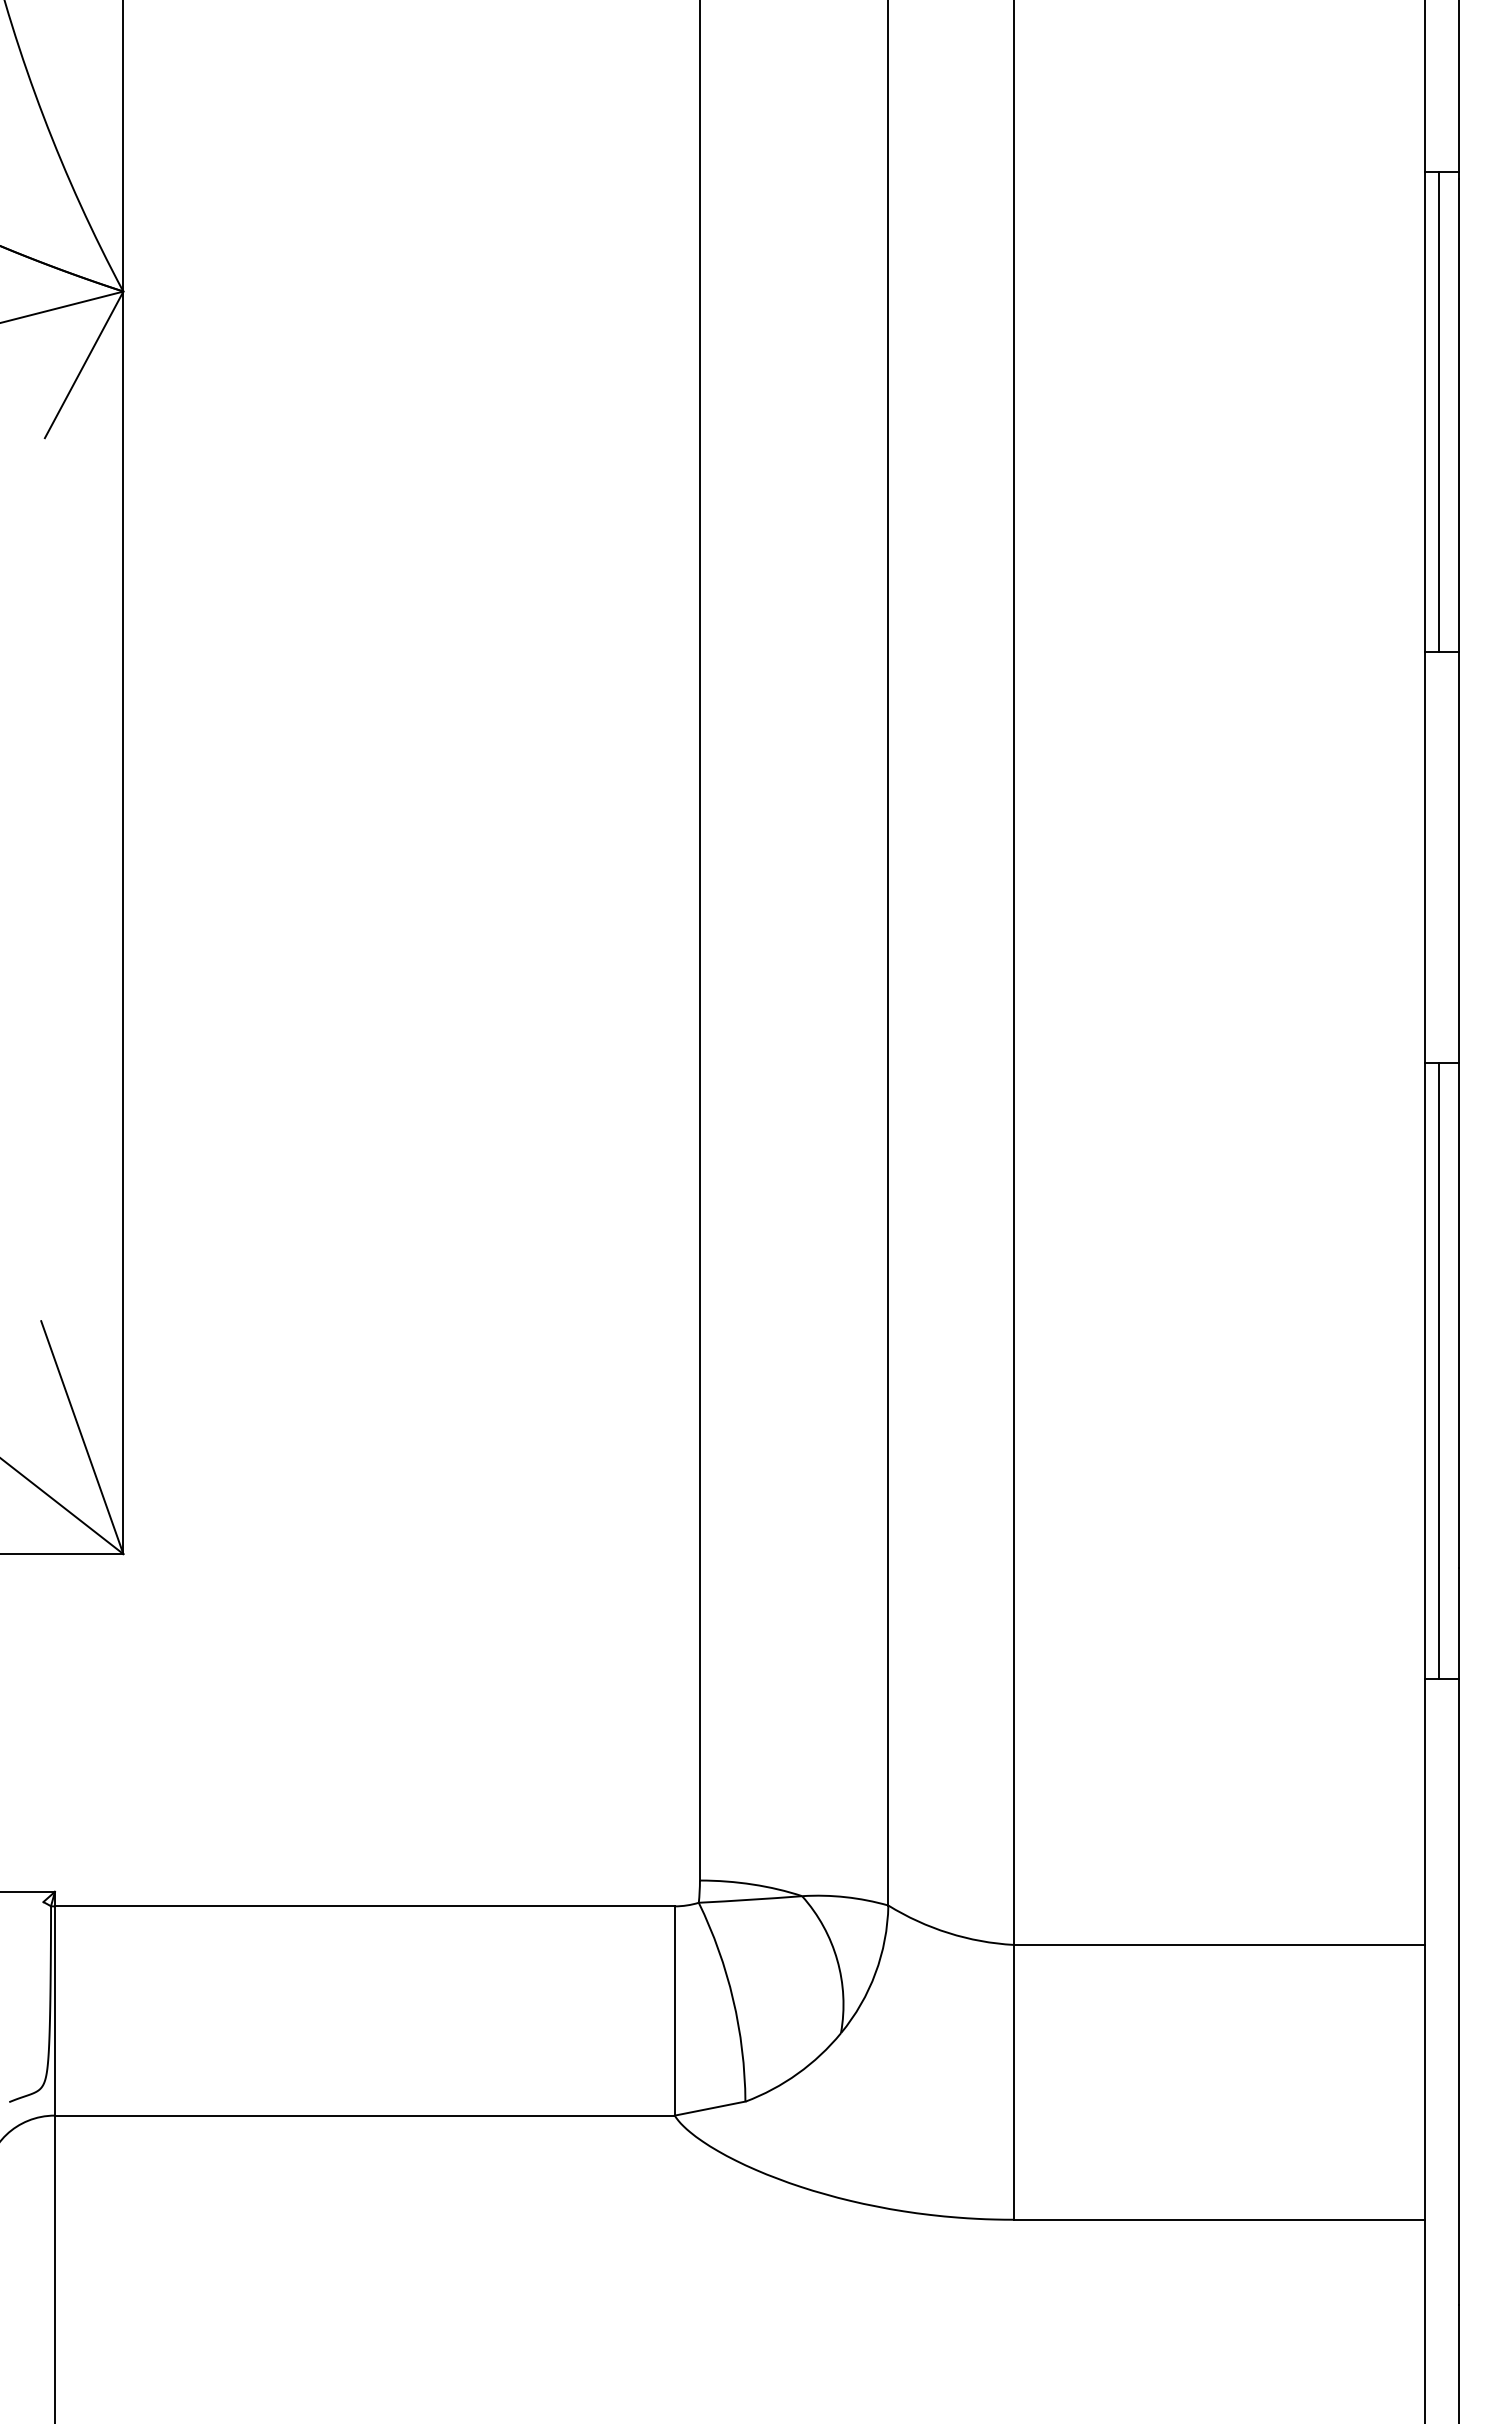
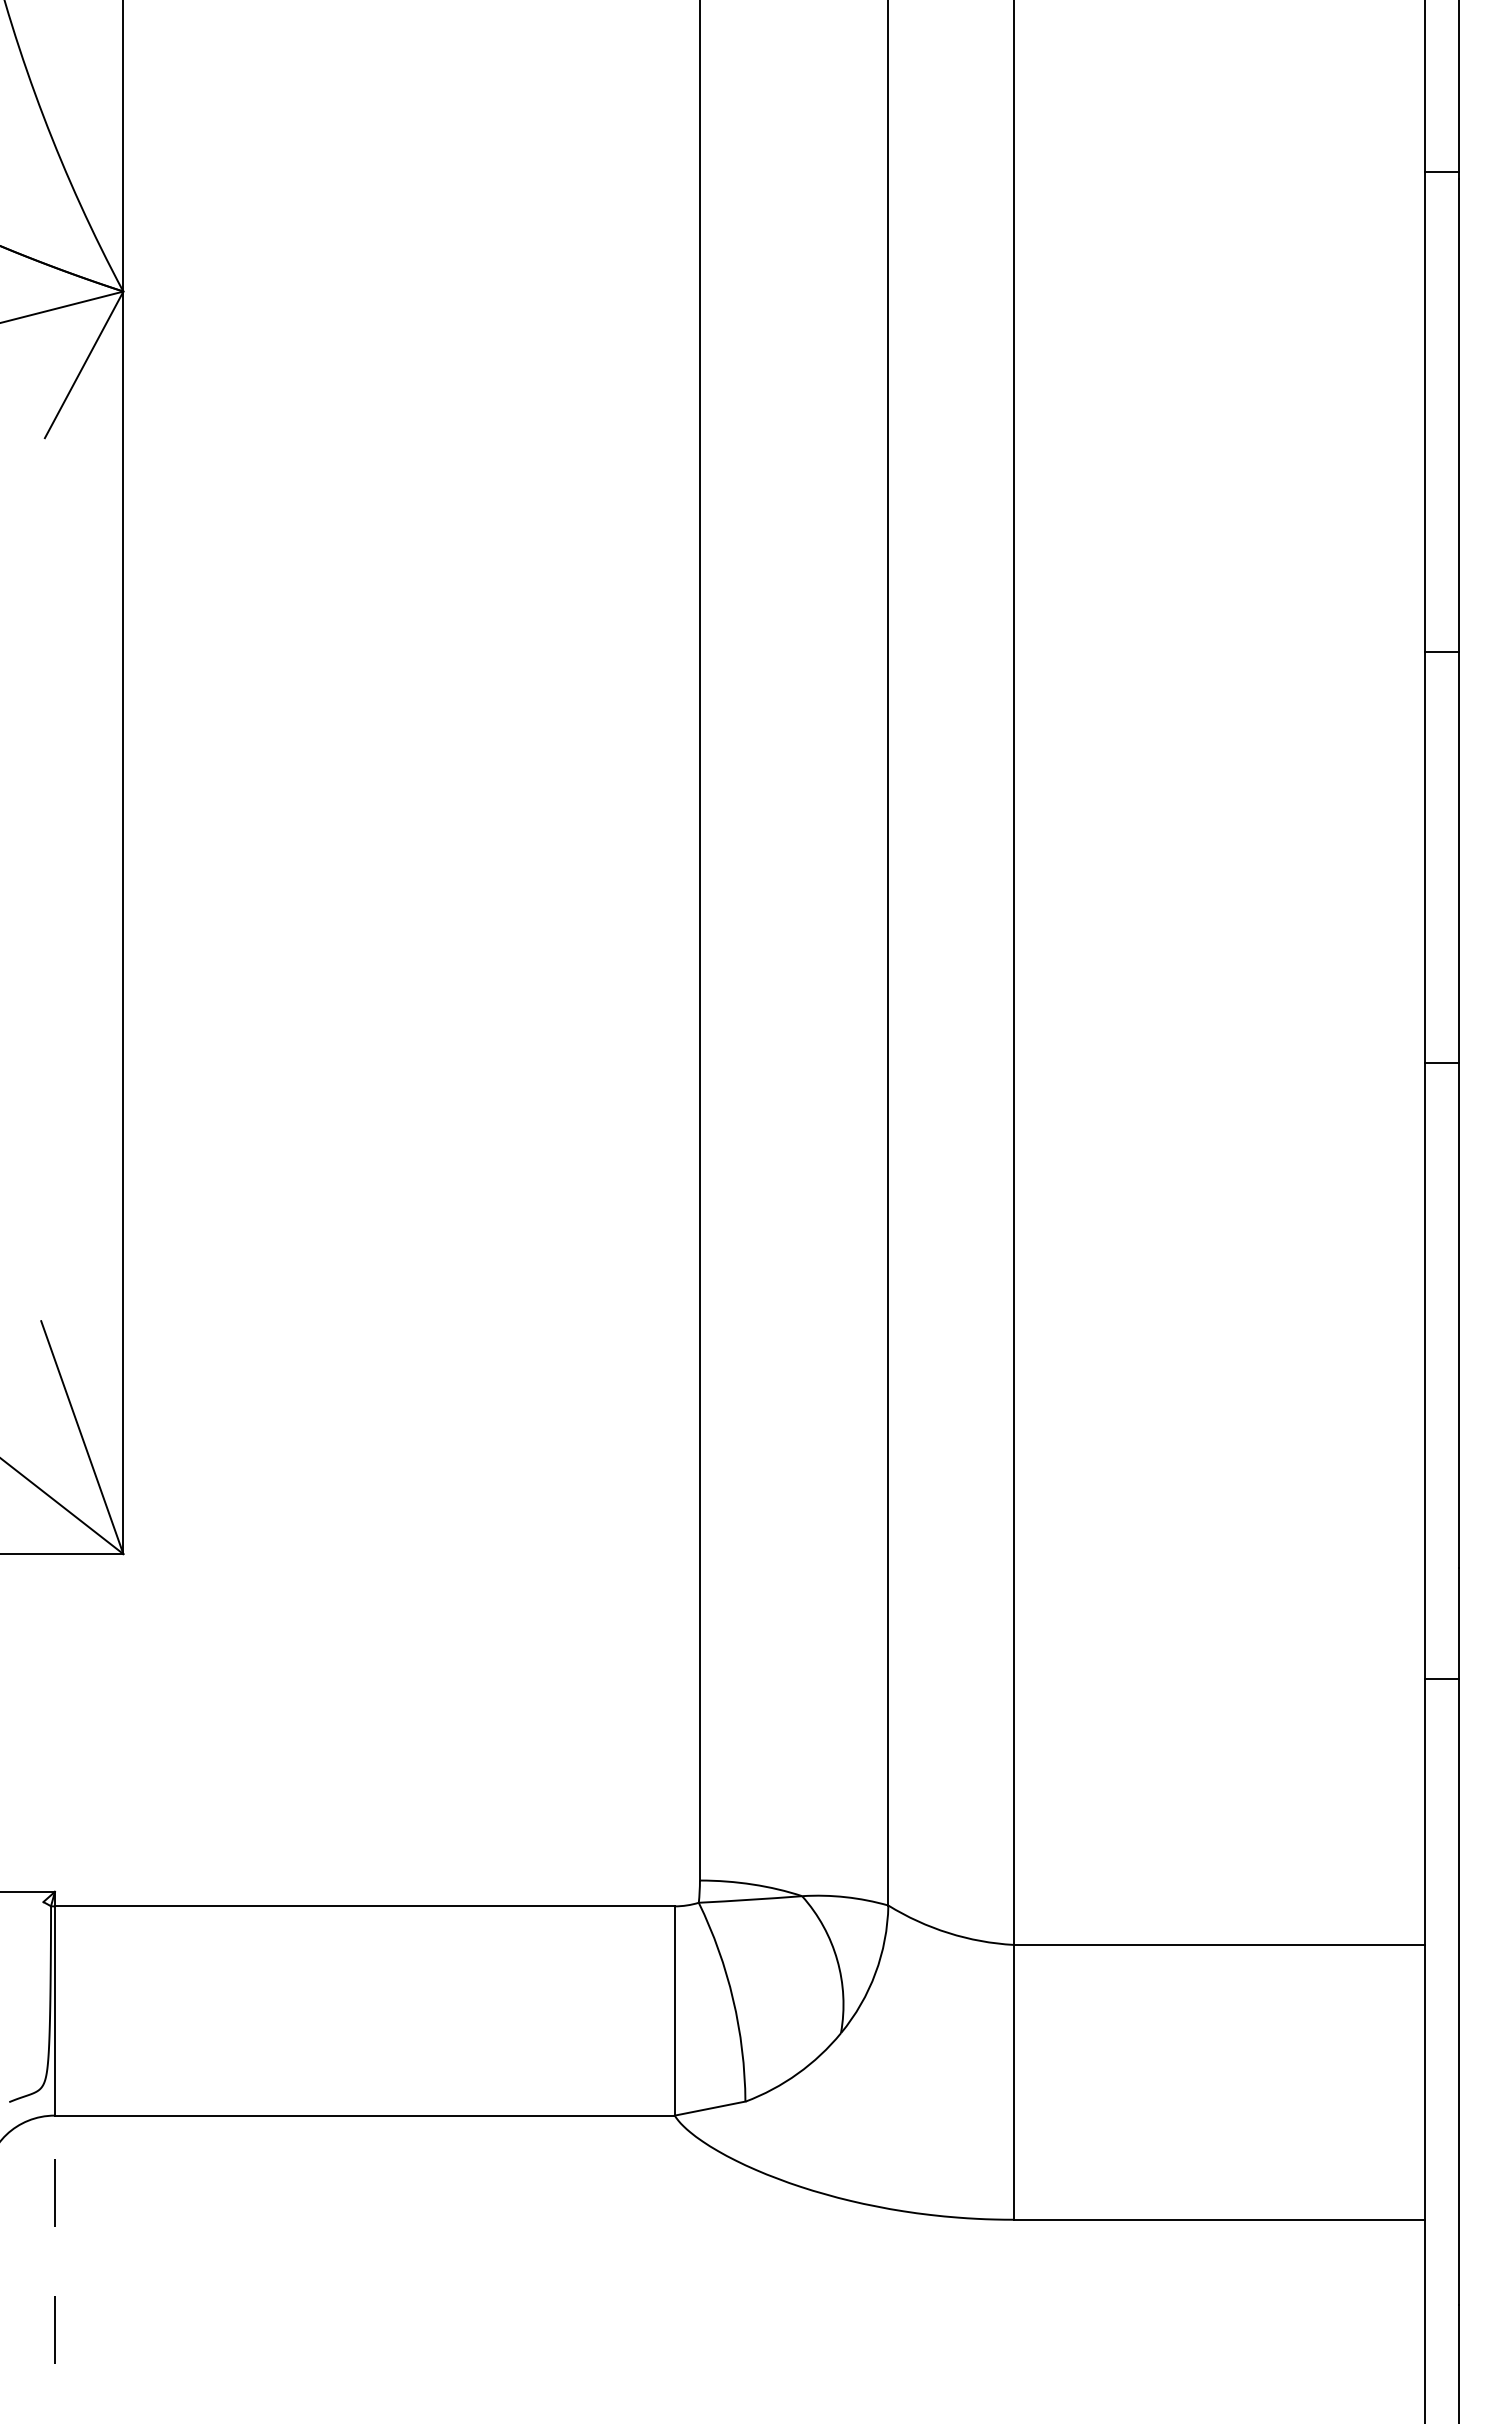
line at (1438, 411): present -> none
line at (1438, 1370): present -> none
line at (54, 2269): solid -> dashed
